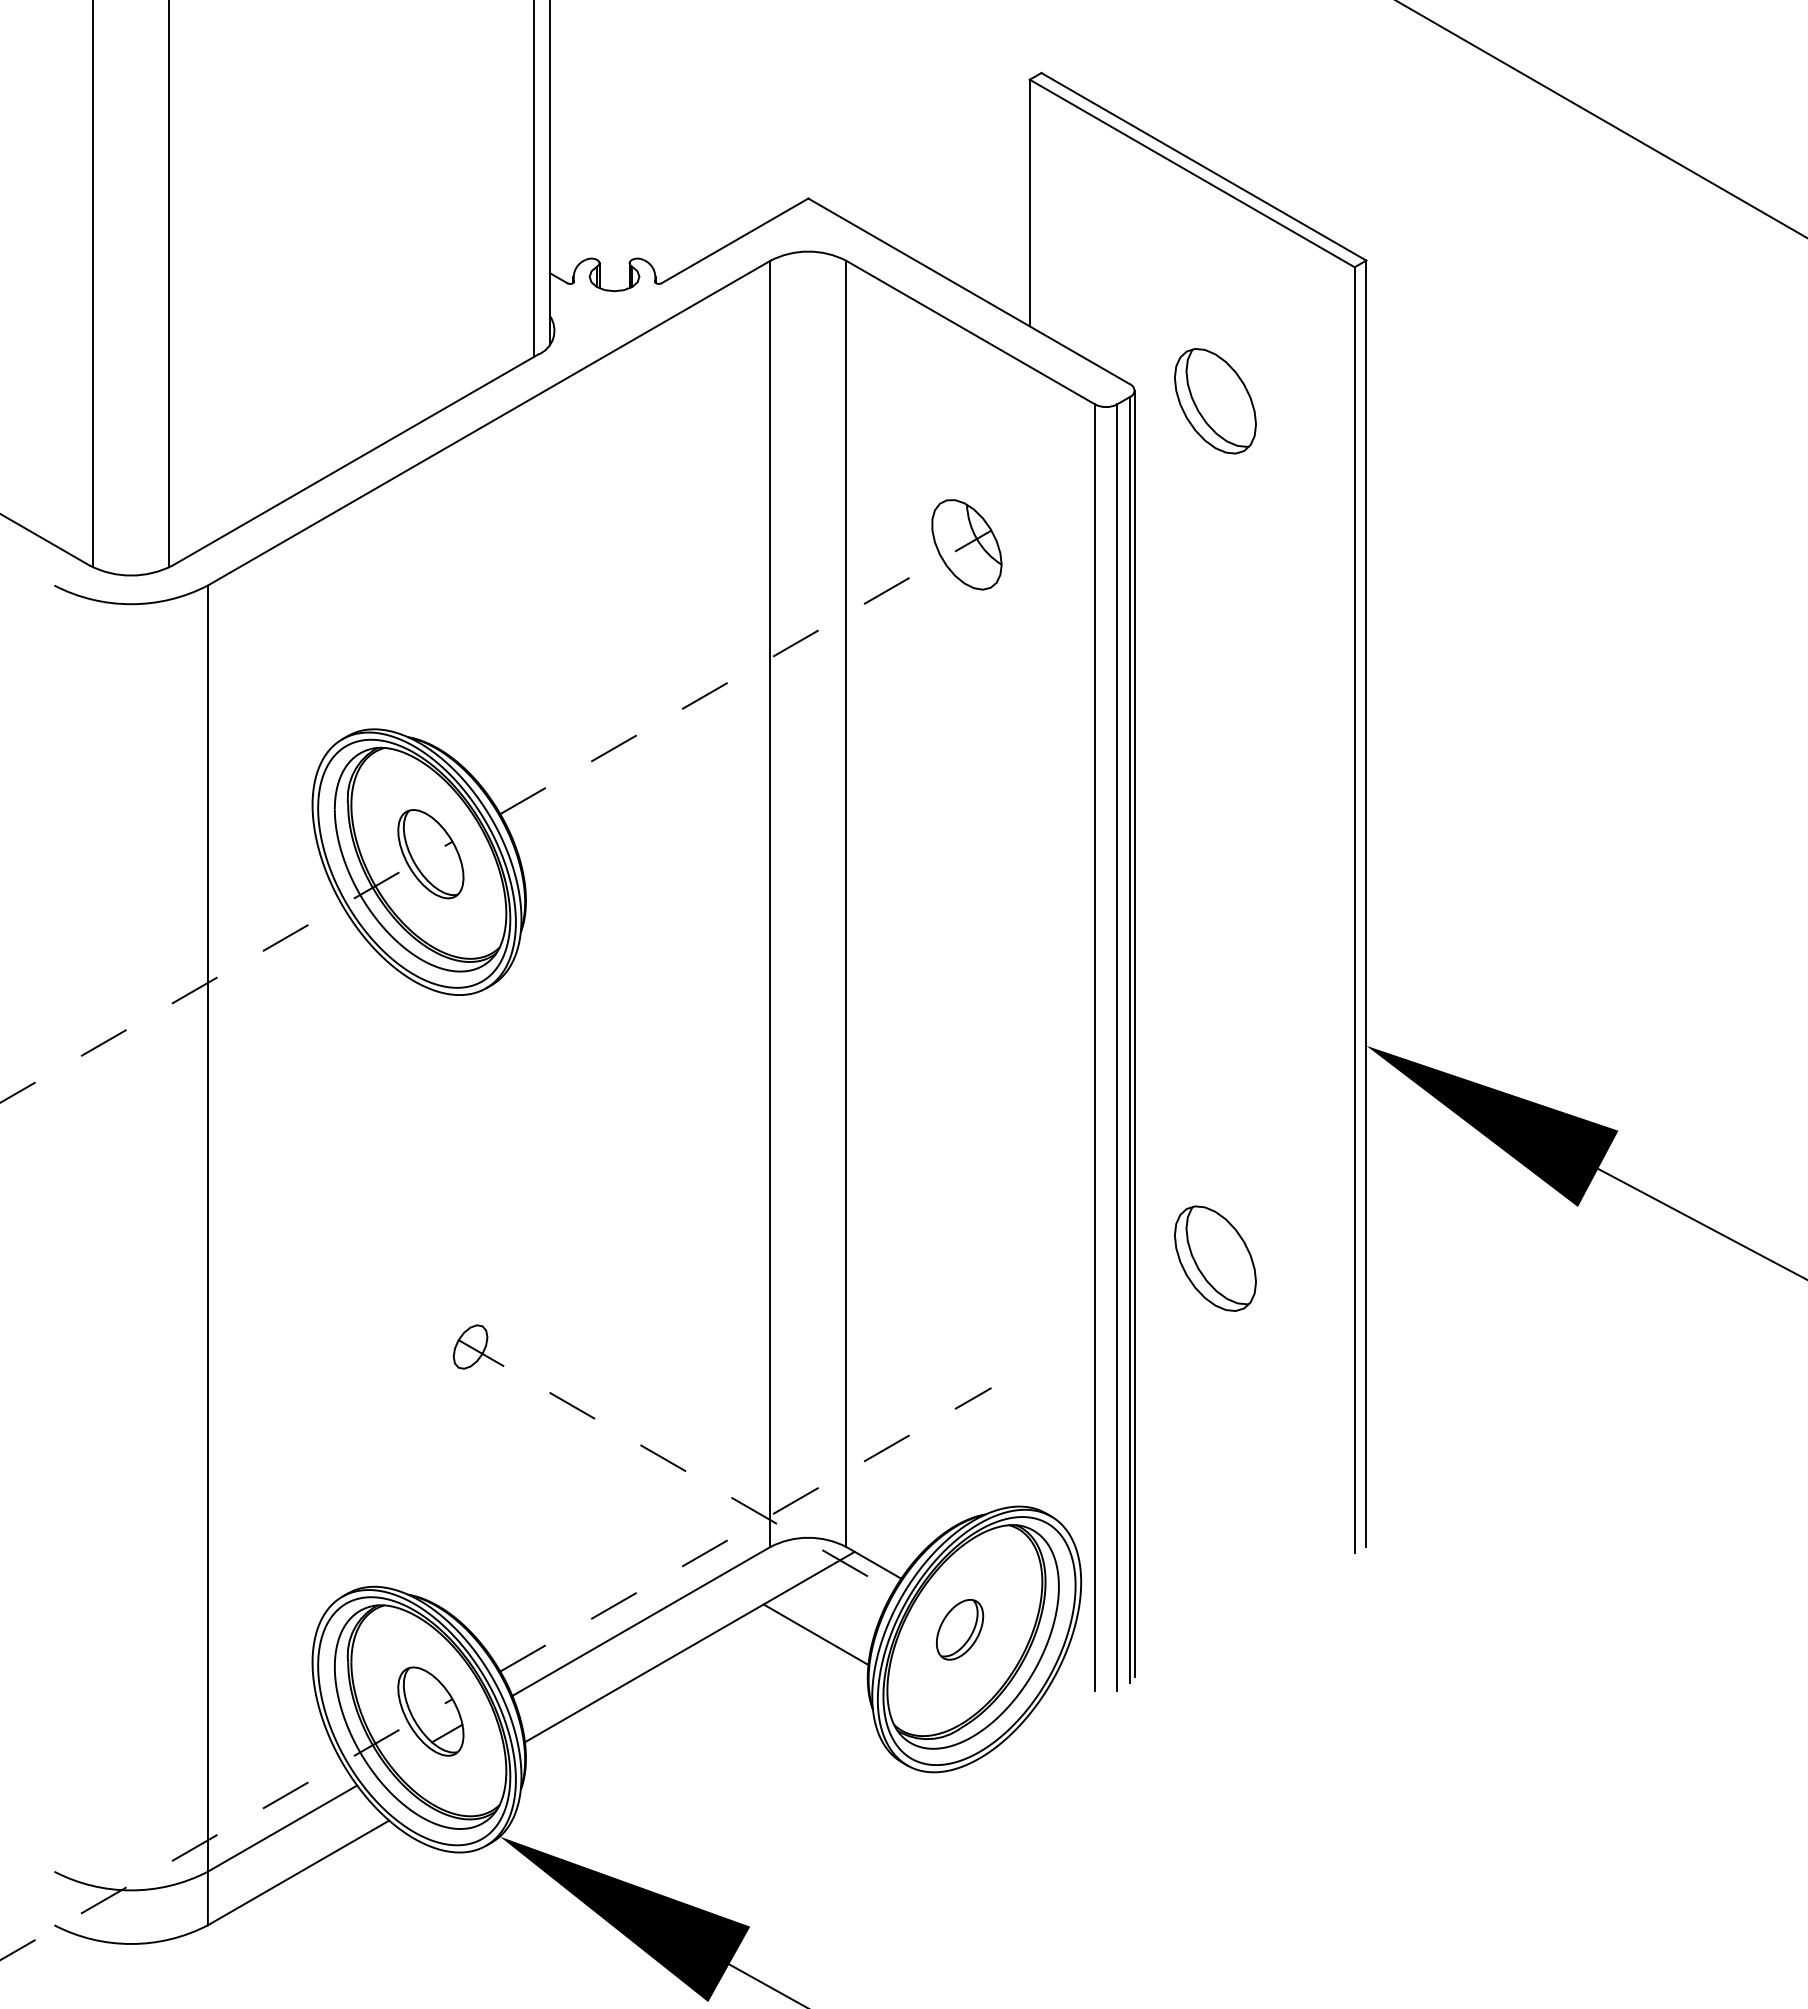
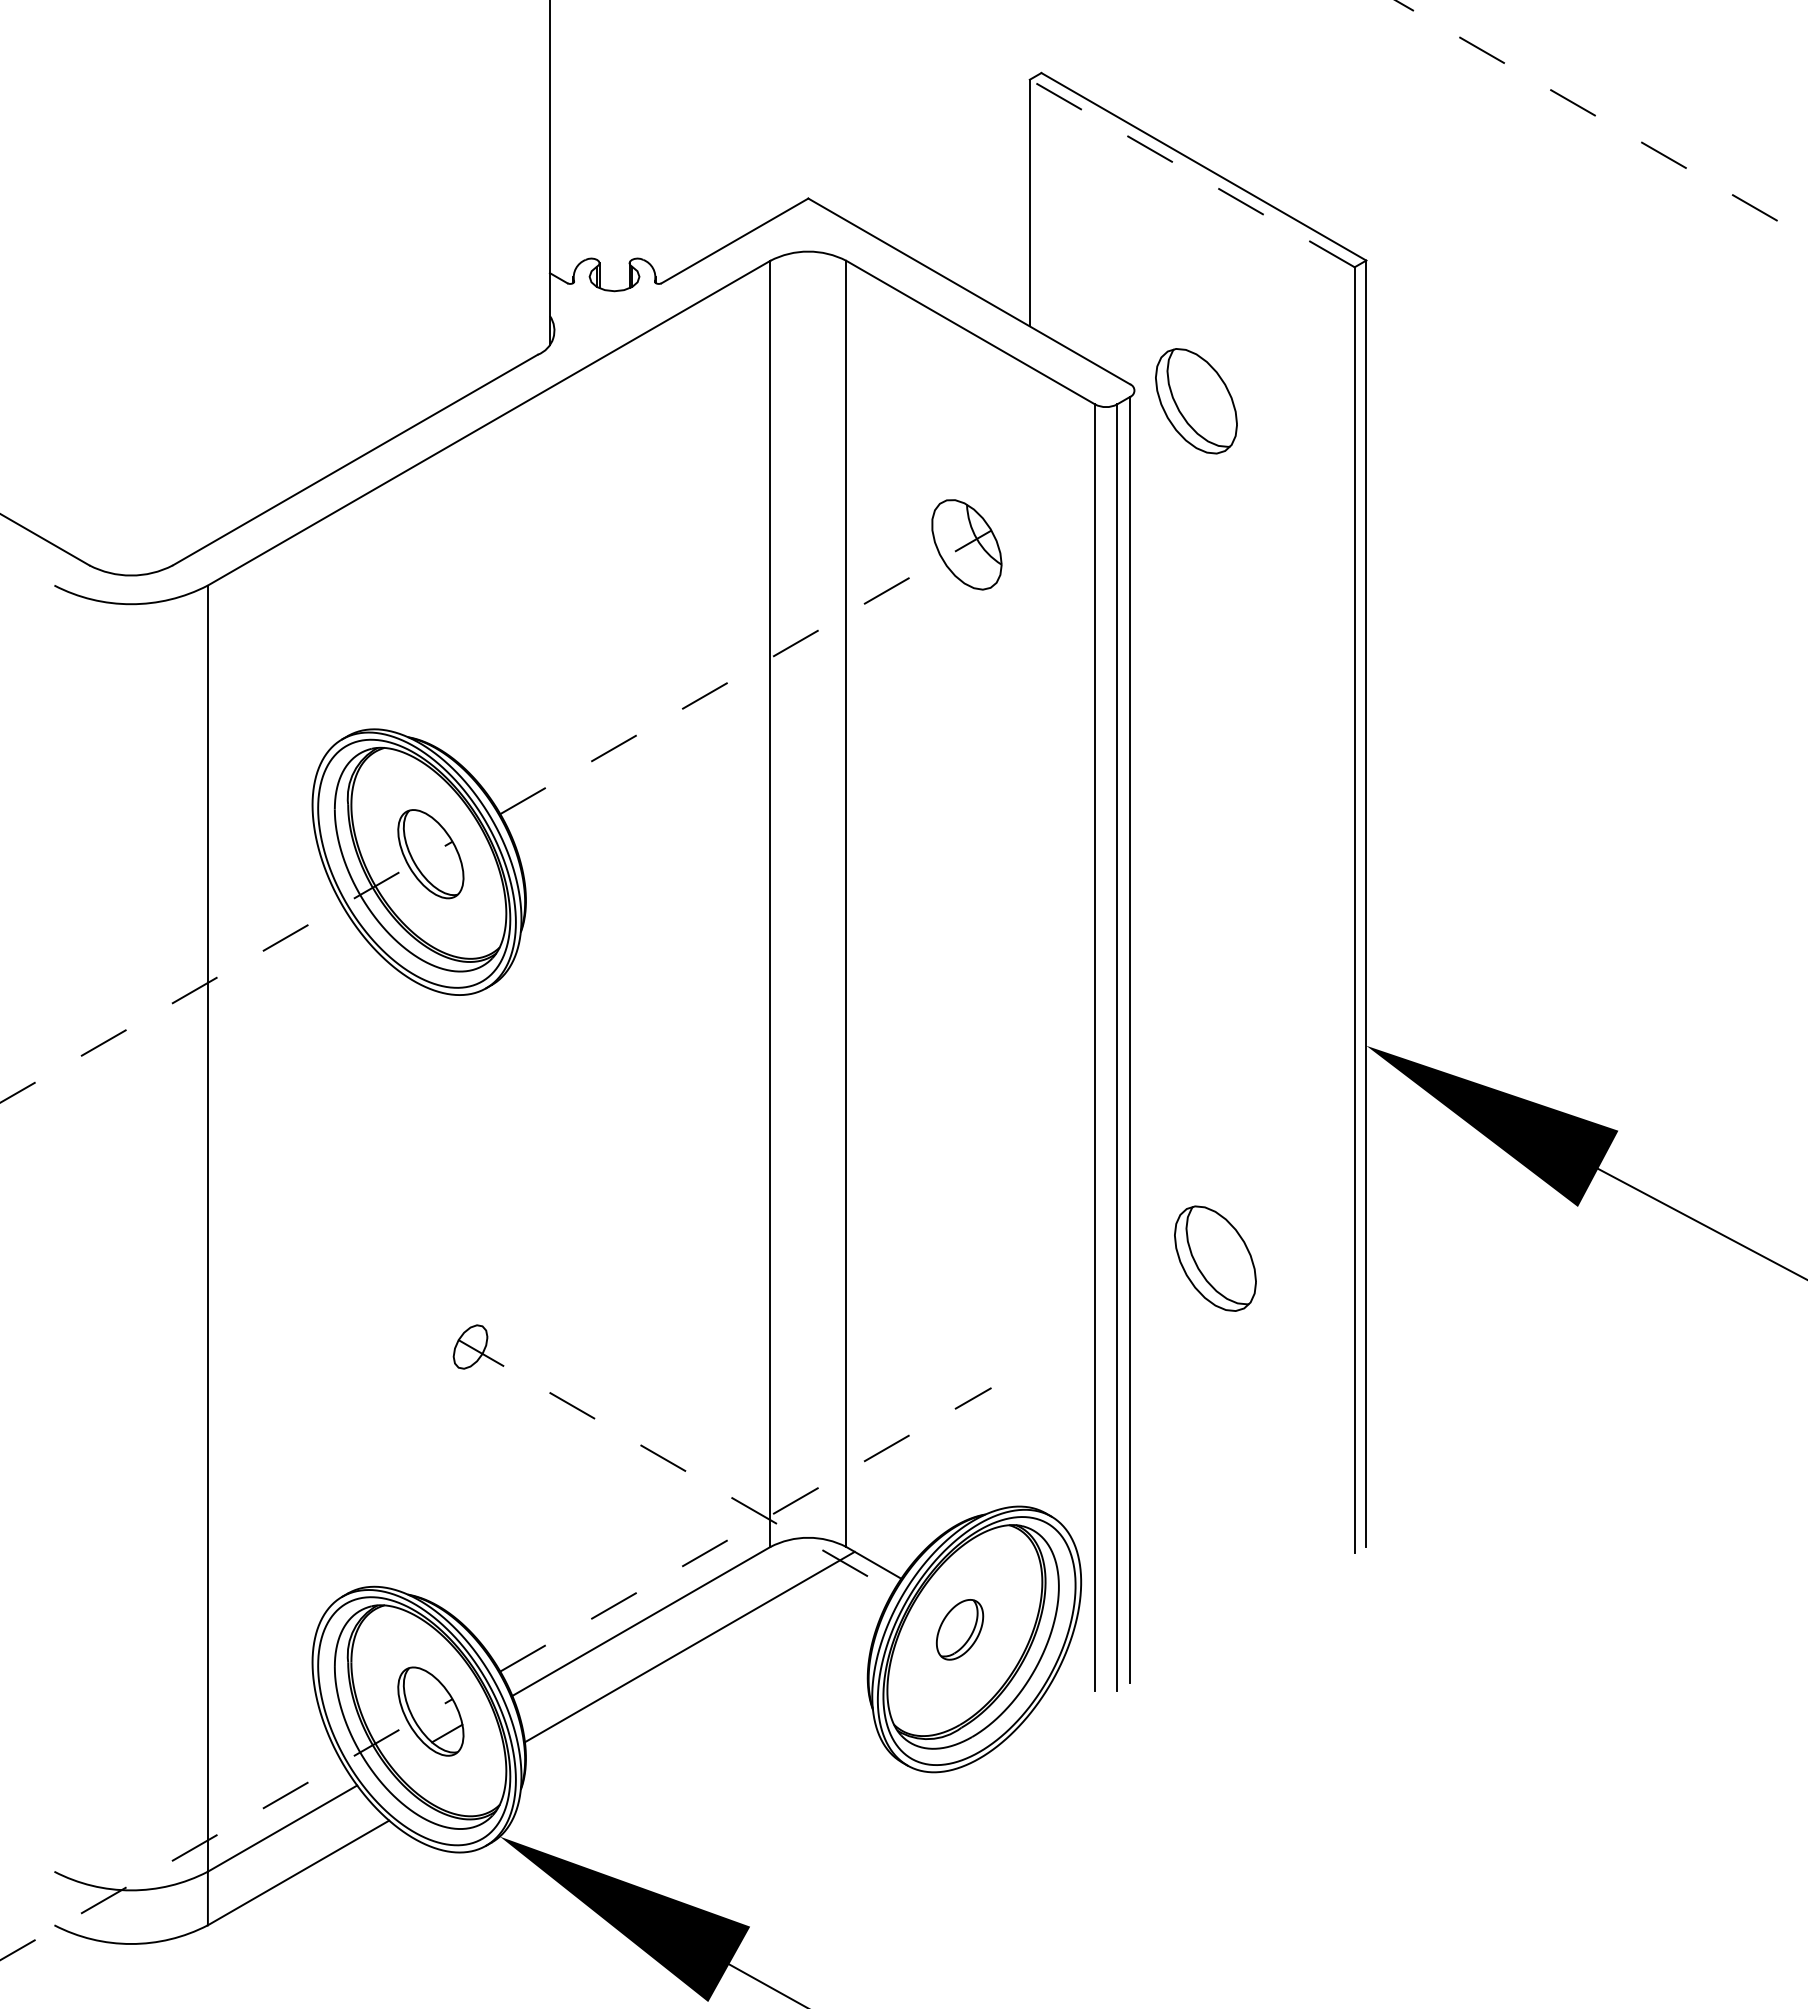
line at (1601, 119): solid -> dashed
line at (1192, 173): solid -> dashed
line at (534, 179): present -> none
line at (93, 284): present -> none
line at (169, 284): present -> none
part at (1215, 401) position: (1215, 401) -> (1196, 401)
line at (1134, 1033): present -> none
line at (815, 1634): present -> none
